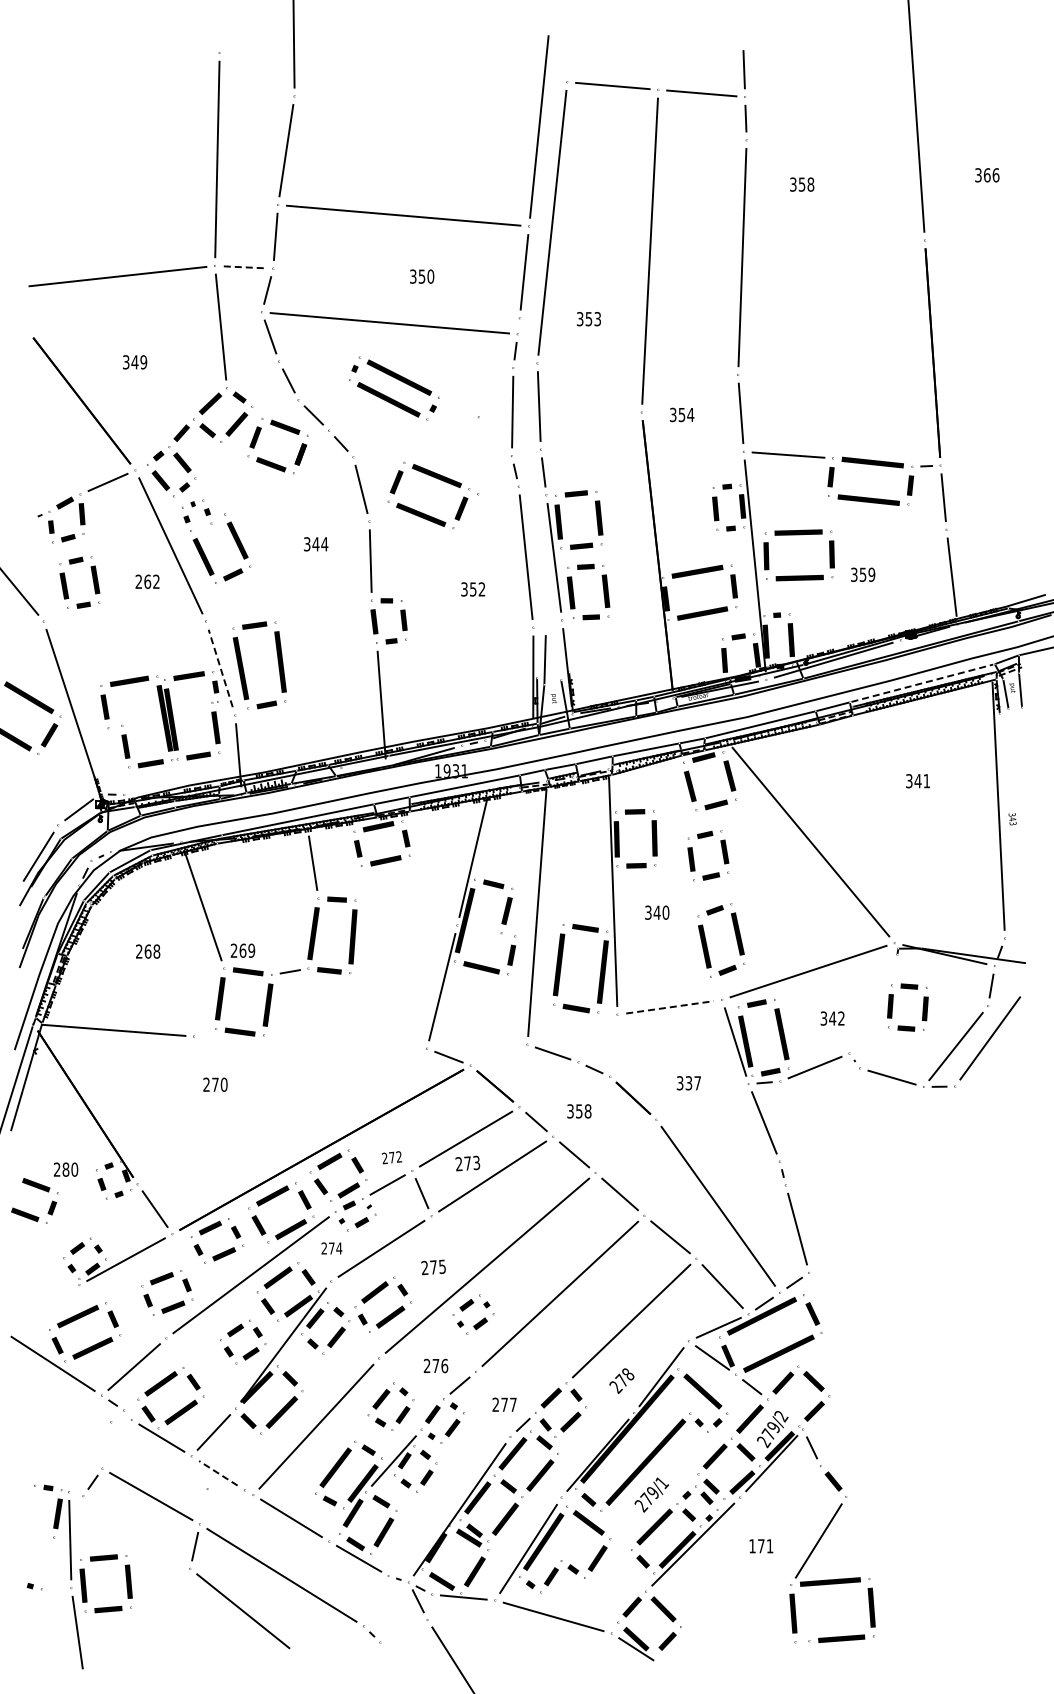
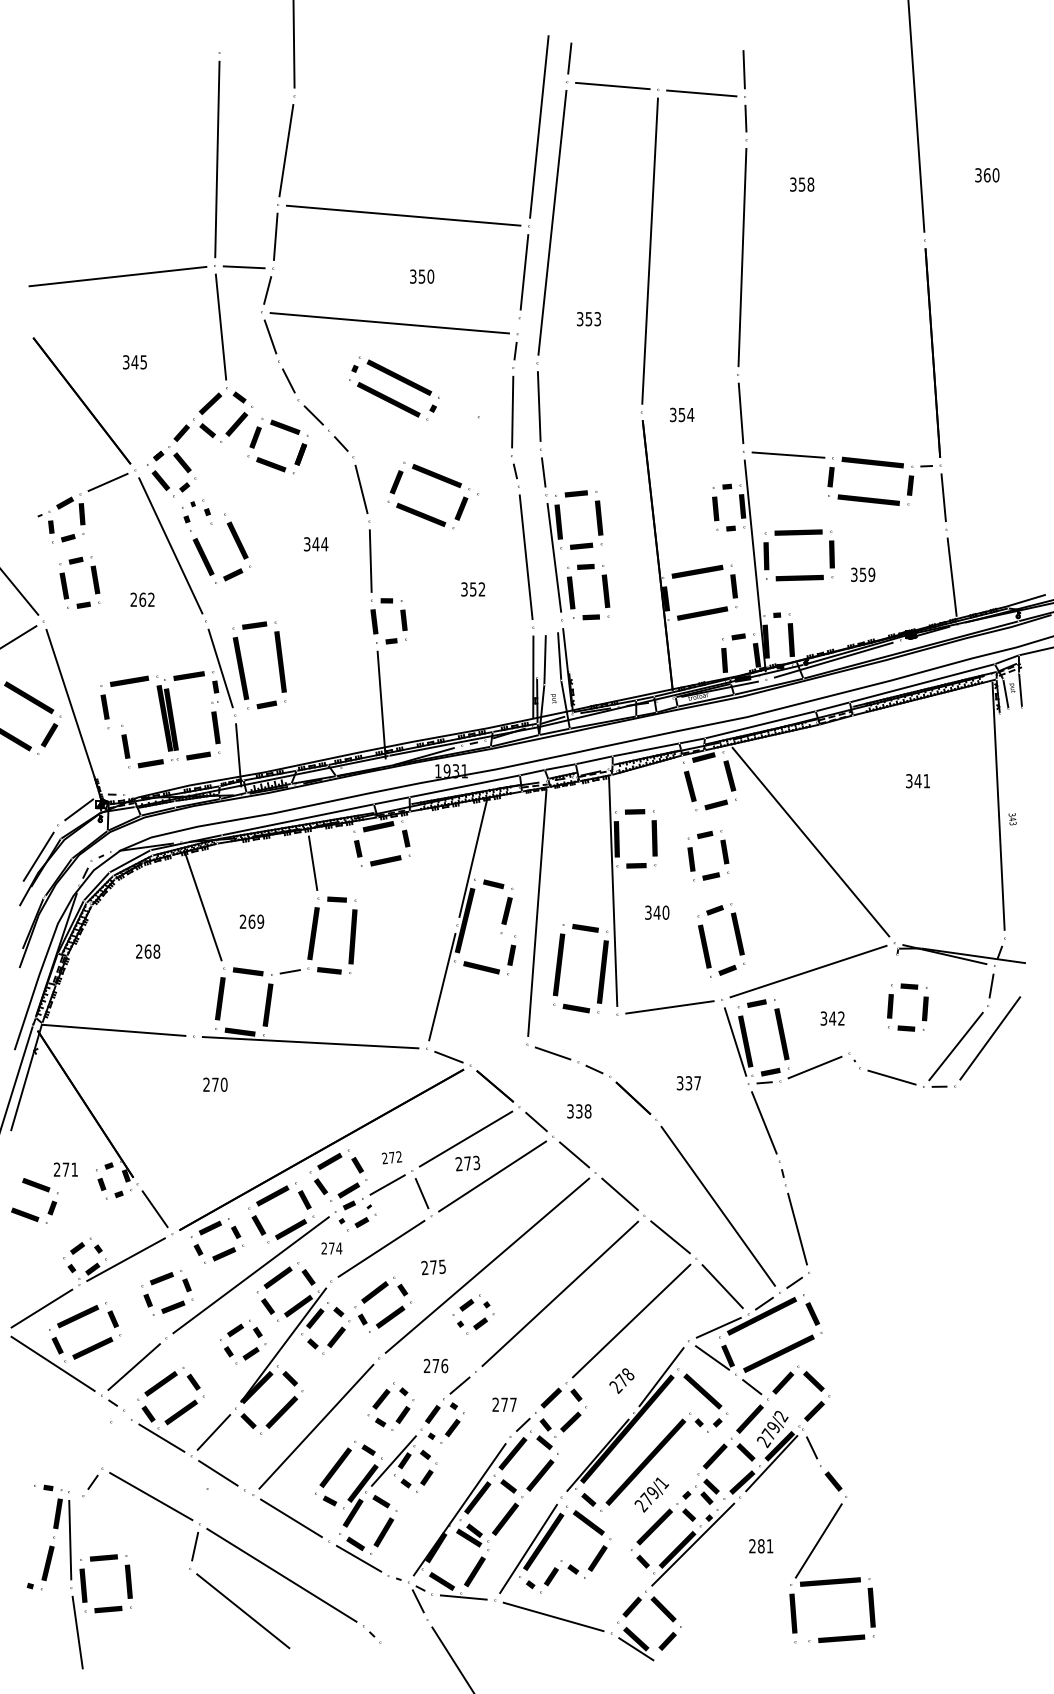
line at (569, 58): none -> present
text at (995, 175): 366 -> 360
line at (244, 267): dashed -> solid
text at (143, 362): 349 -> 345
text at (147, 581) position: (147, 581) -> (142, 599)
line at (19, 636): none -> present
line at (559, 655): none -> present
line at (220, 668): dashed -> solid
line at (922, 683): dashed -> solid
text at (242, 950) position: (242, 950) -> (251, 921)
line at (670, 1007): dashed -> solid
line at (310, 1042): none -> present
text at (579, 1110): 358 -> 338
text at (70, 1169): 280 -> 271
line at (41, 1308): none -> present
line at (218, 1473): dashed -> solid
text at (756, 1546): 171 -> 281
line at (47, 1563): none -> present
